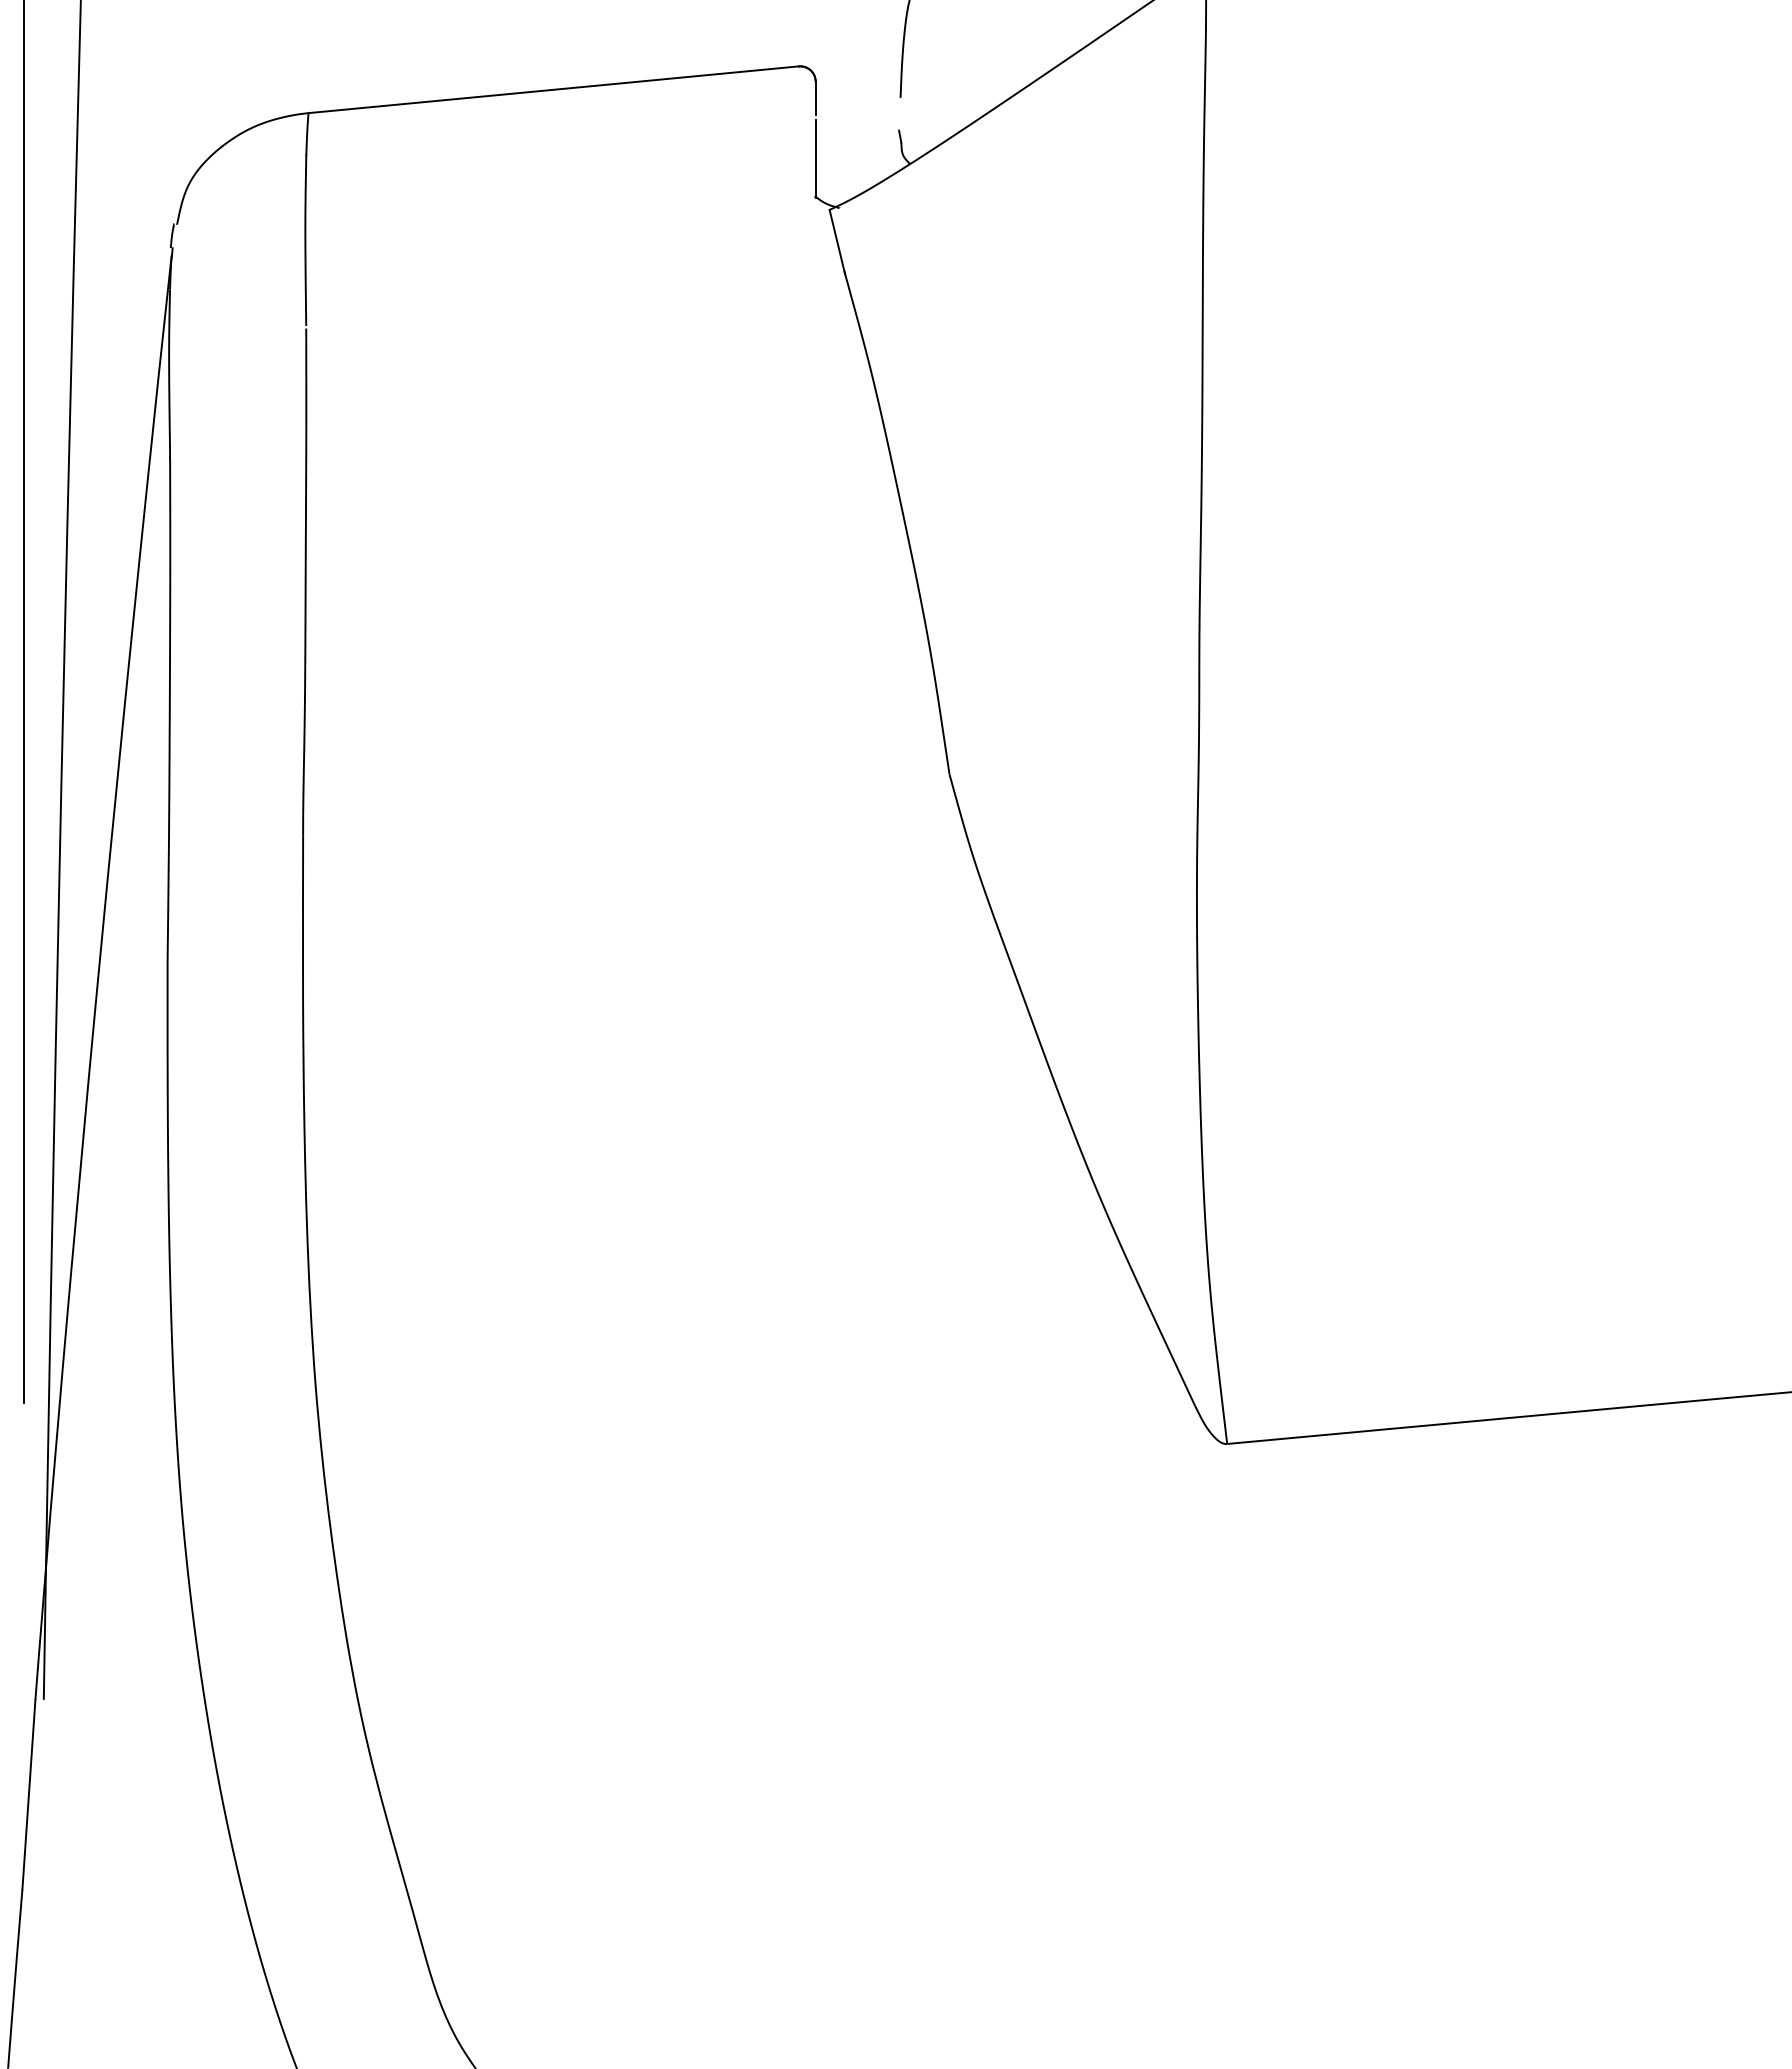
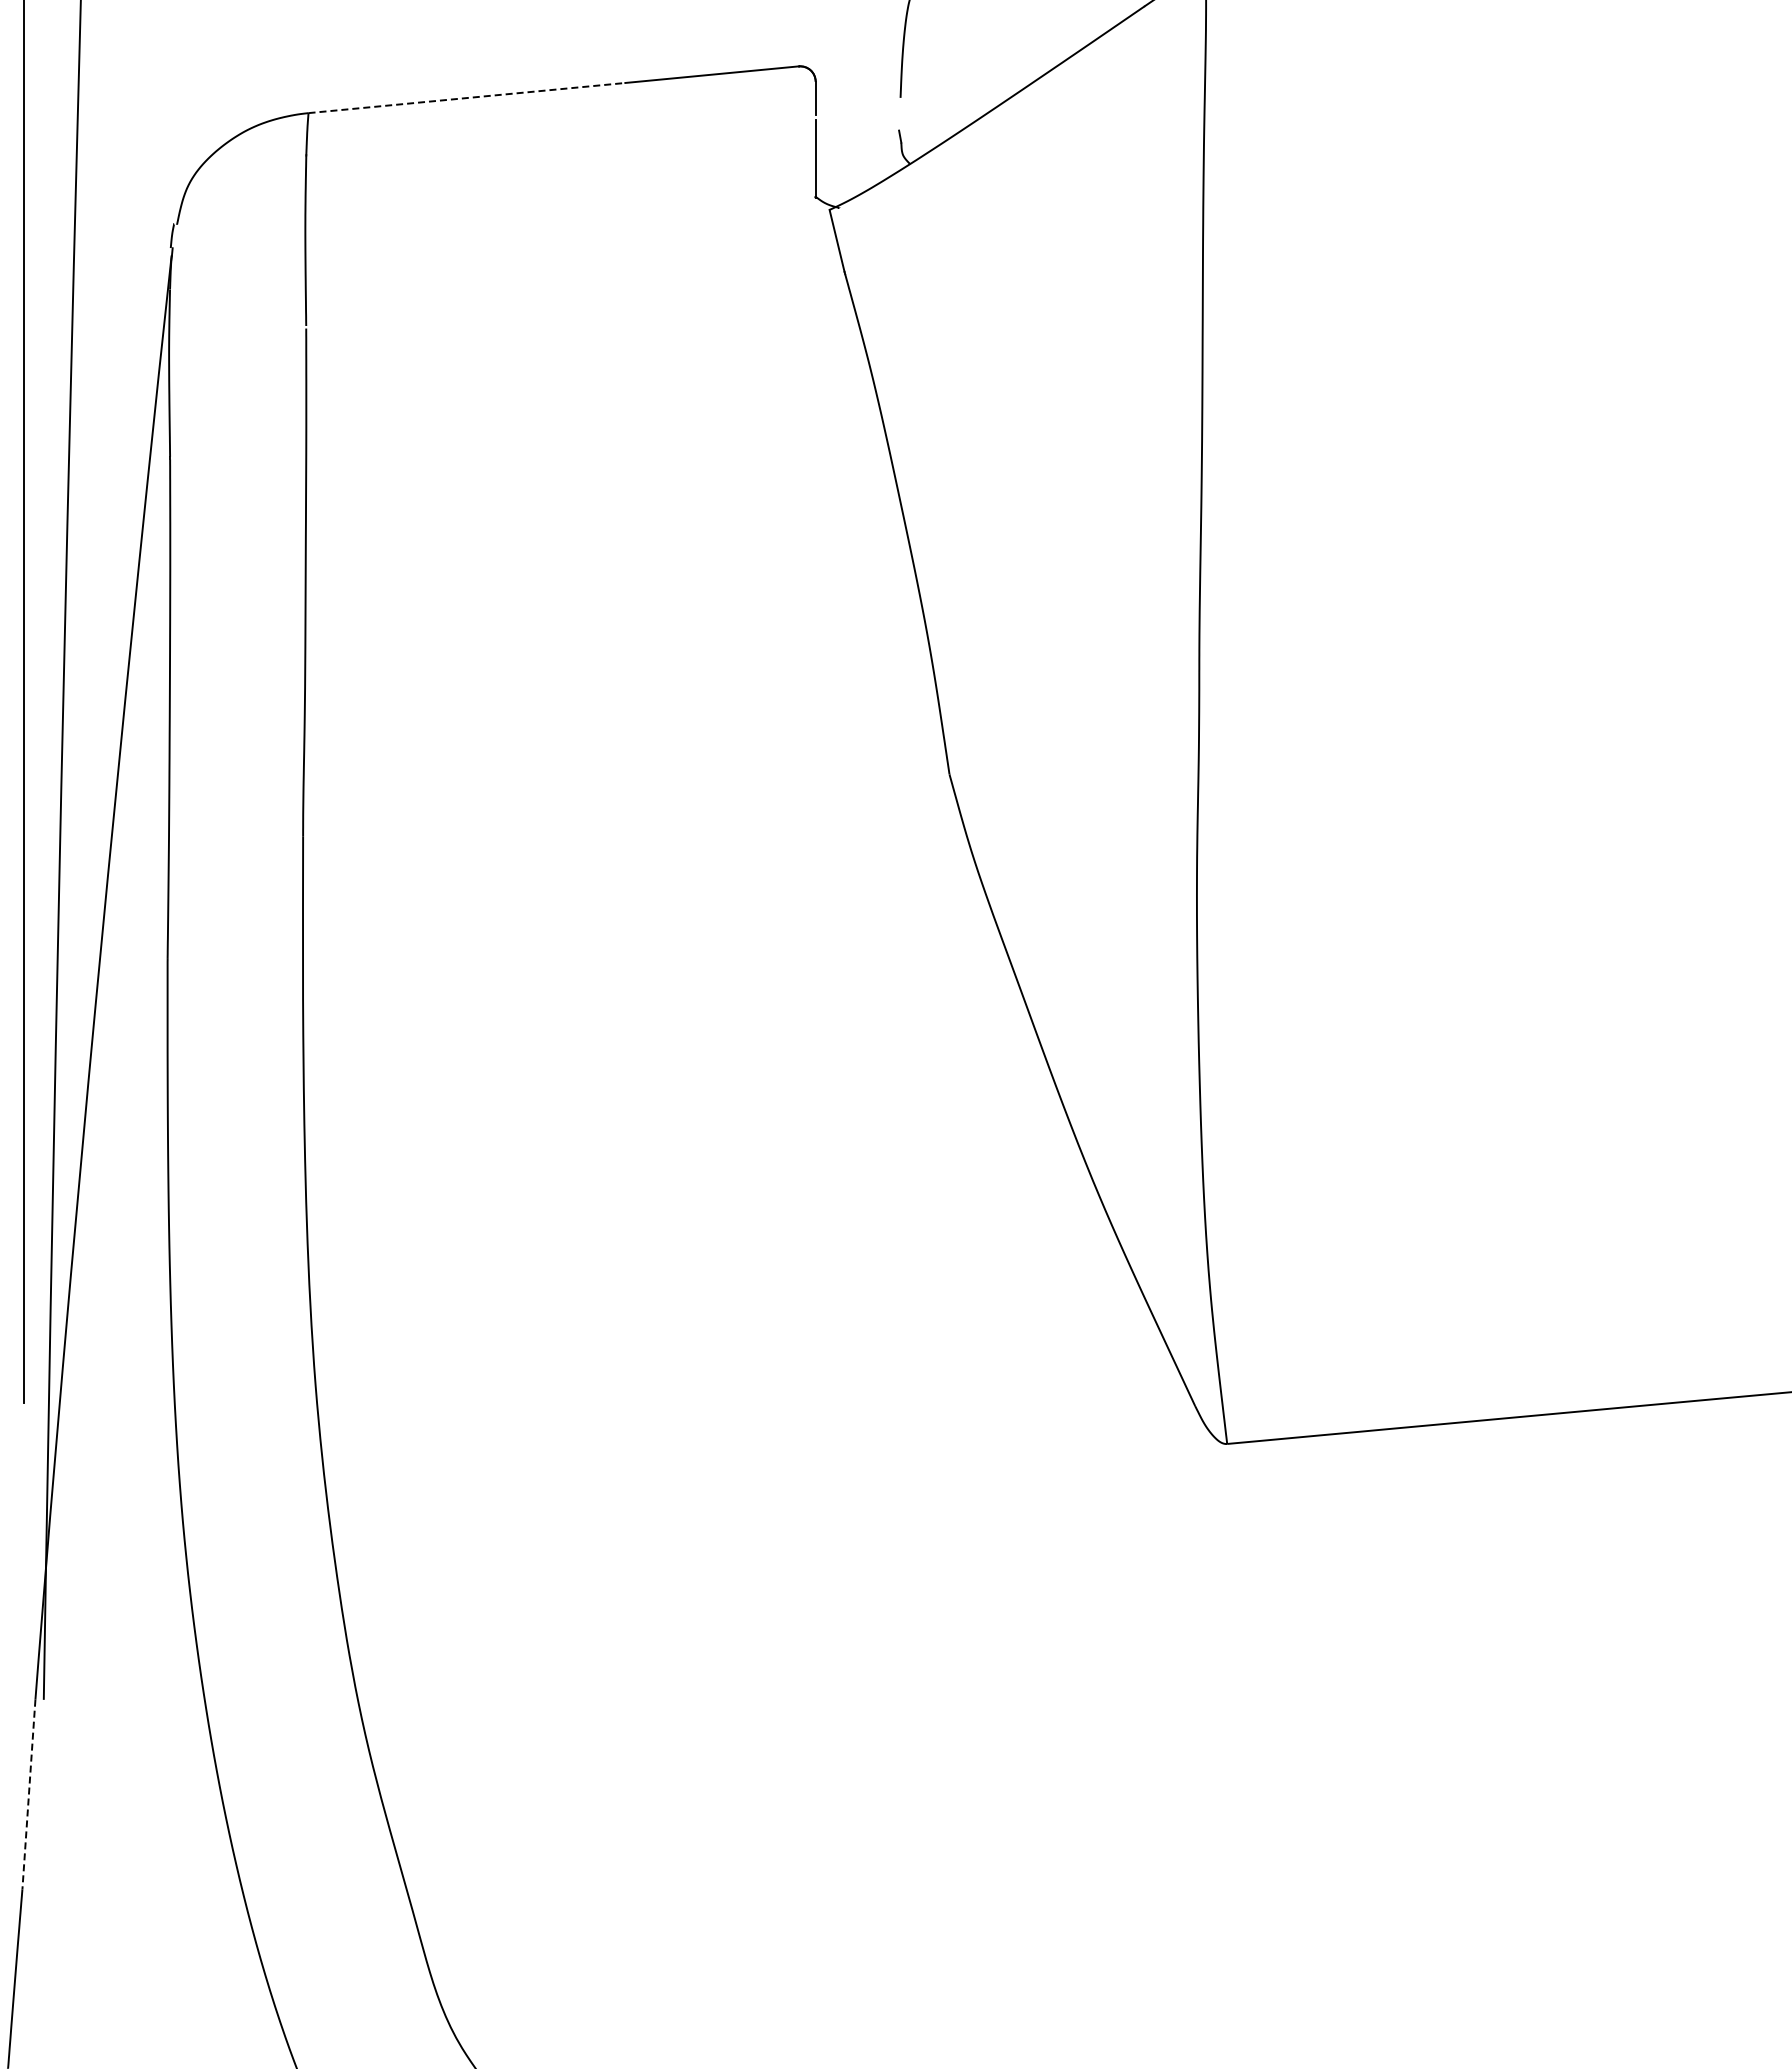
line at (467, 98): solid -> dashed
line at (28, 1795): solid -> dashed
